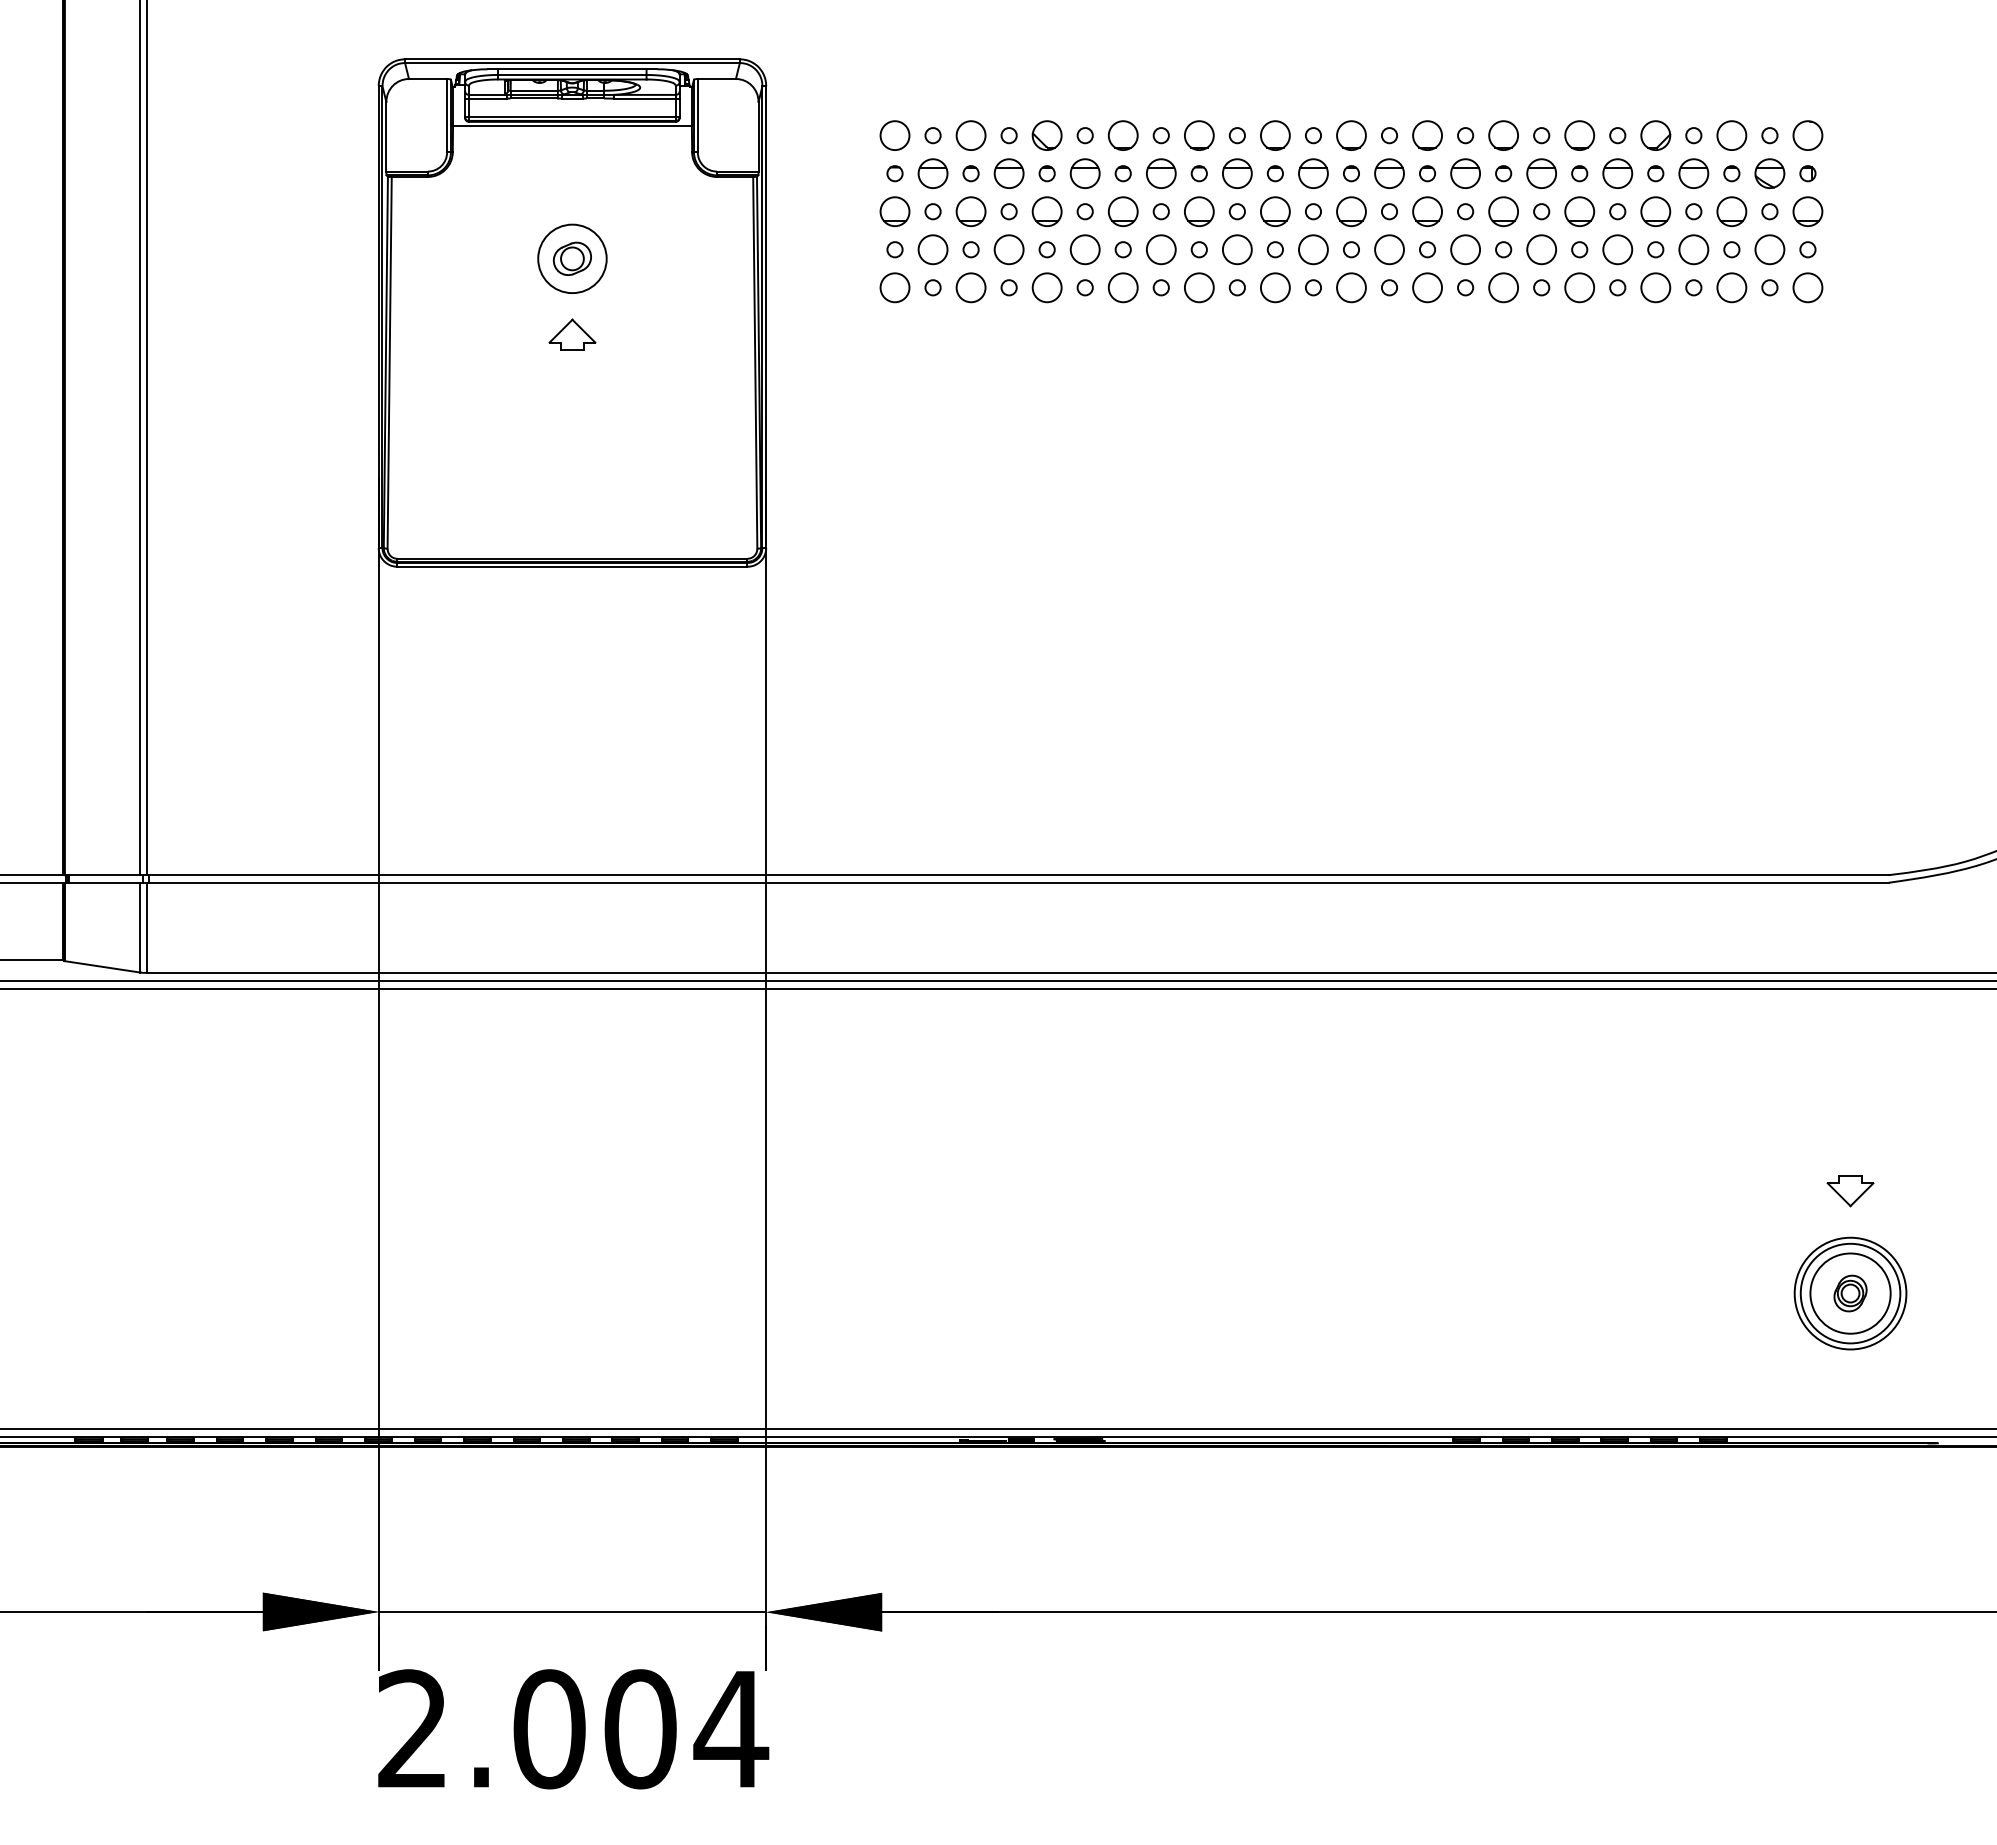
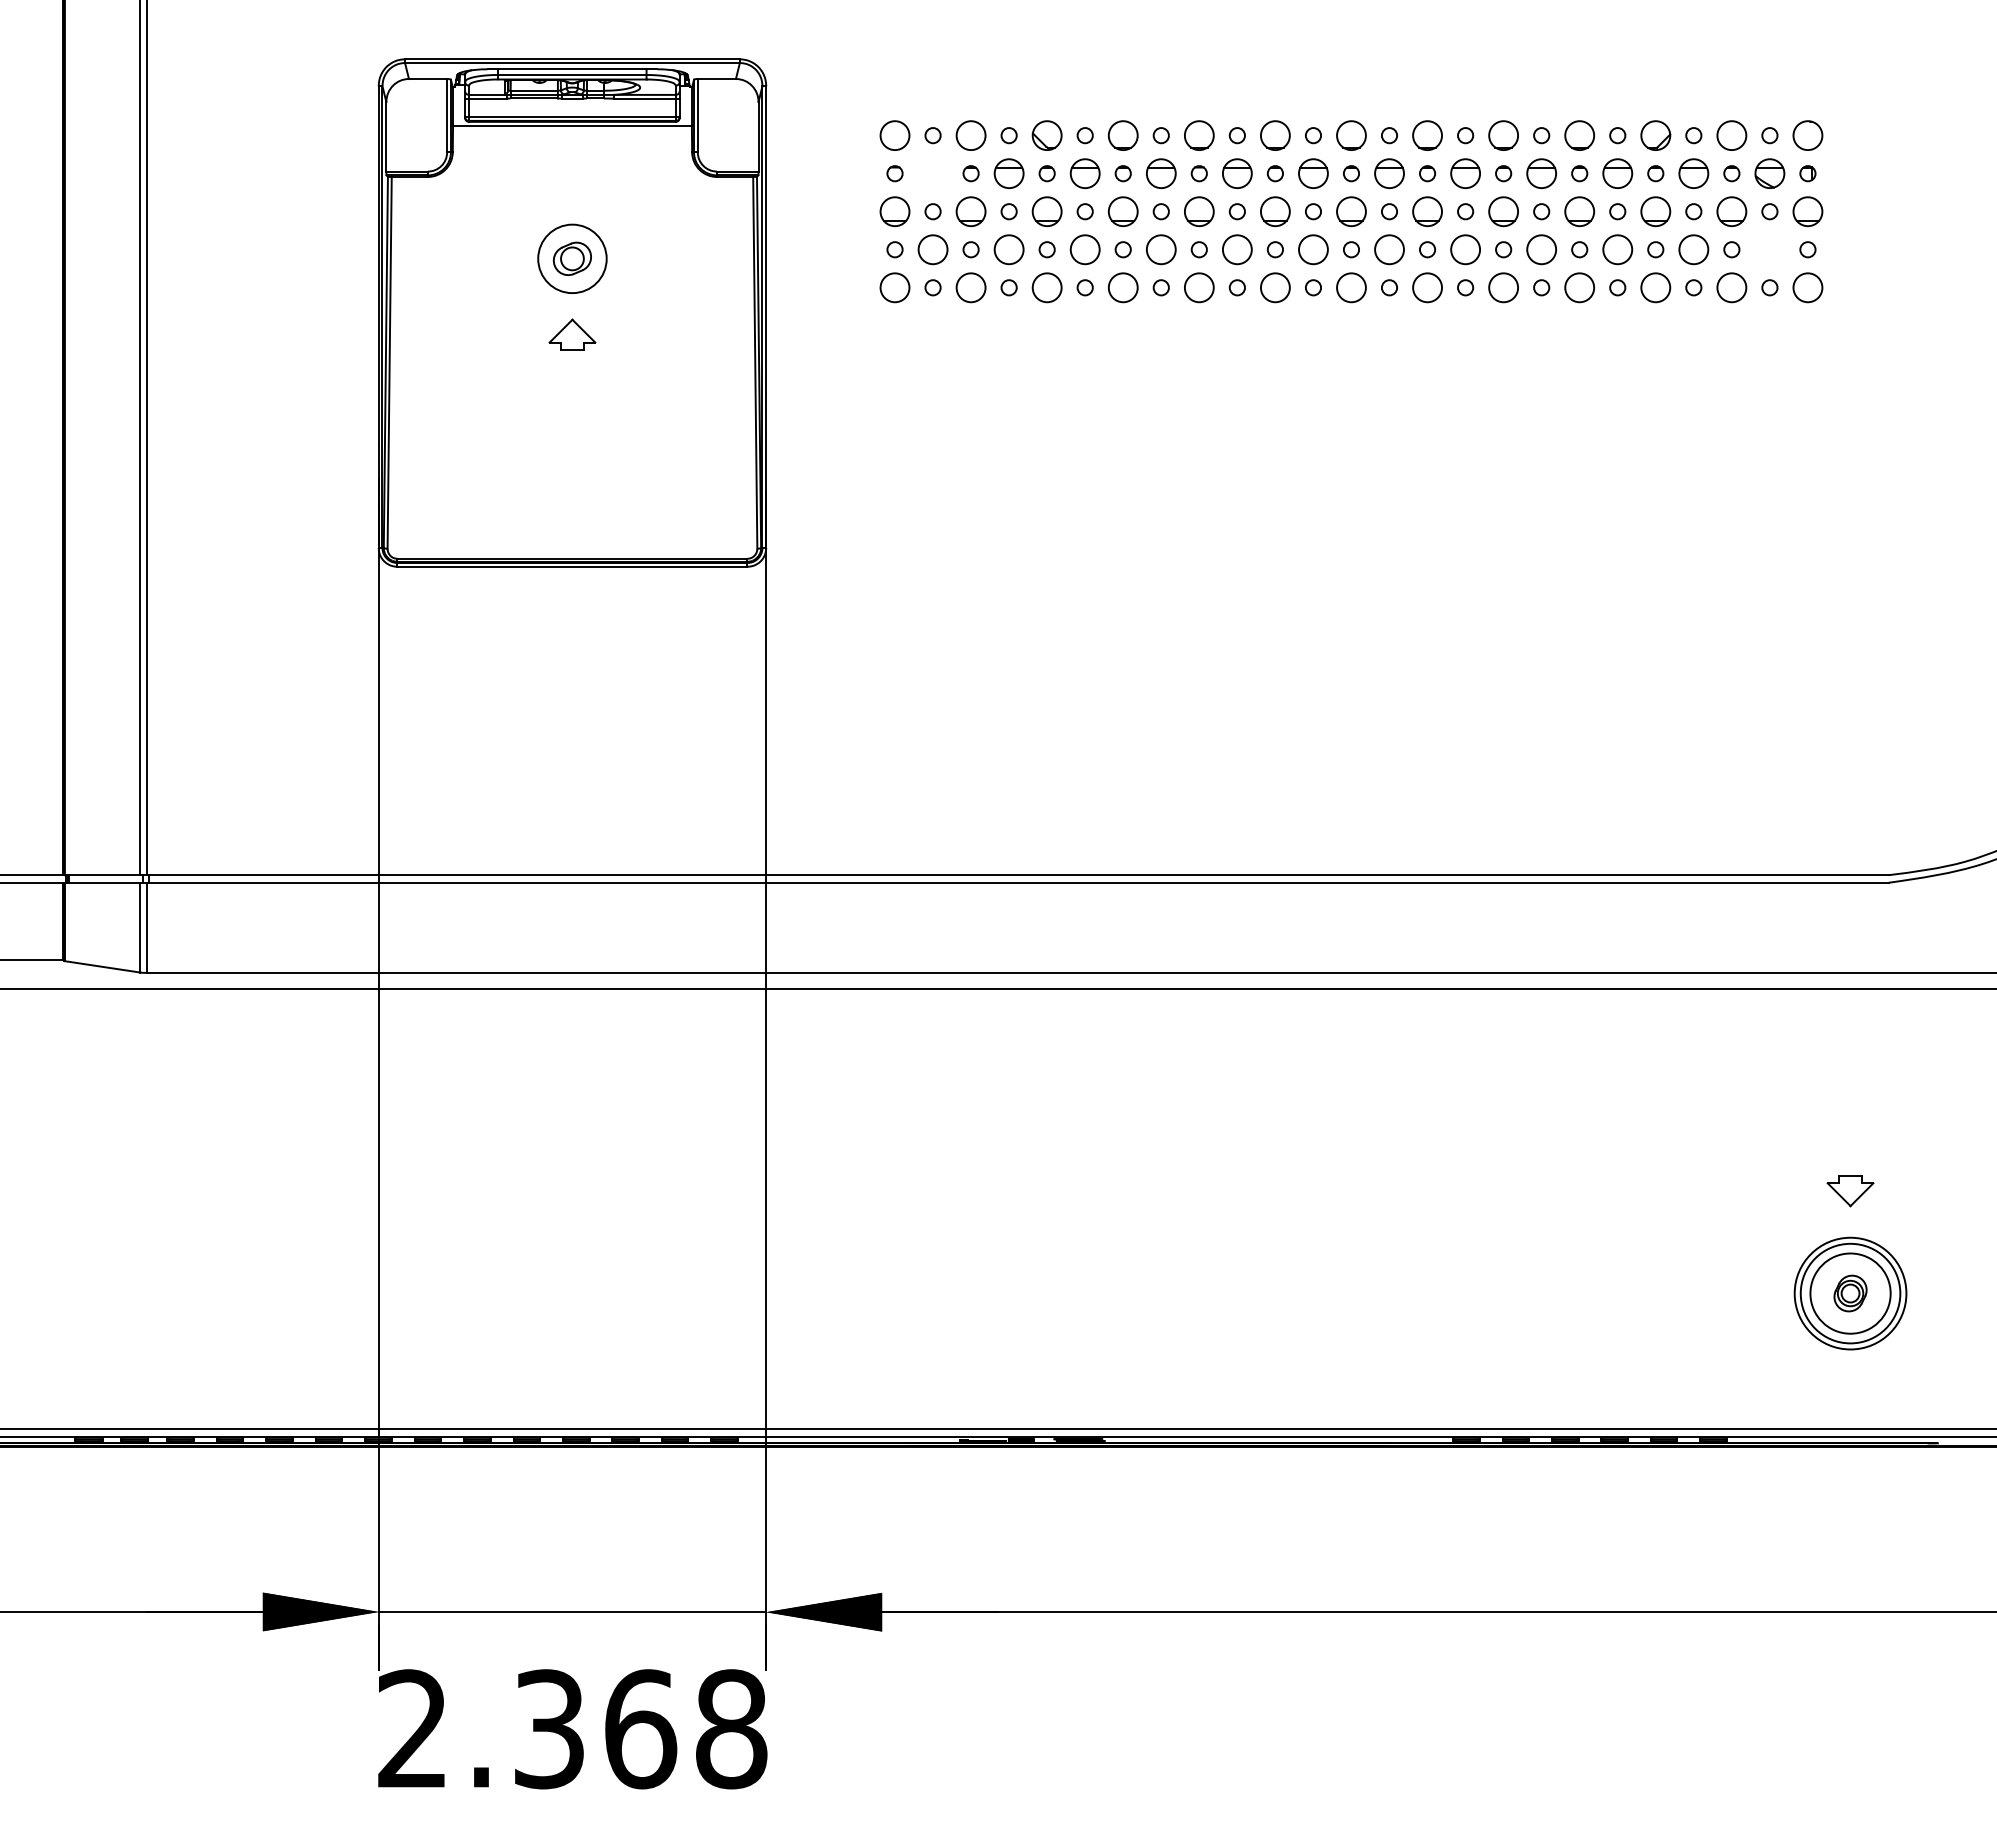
part at (932, 173): present -> none
circle at (1769, 249): present -> none
line at (997, 981): present -> none
text at (641, 1729): 2.004 -> 2.368
